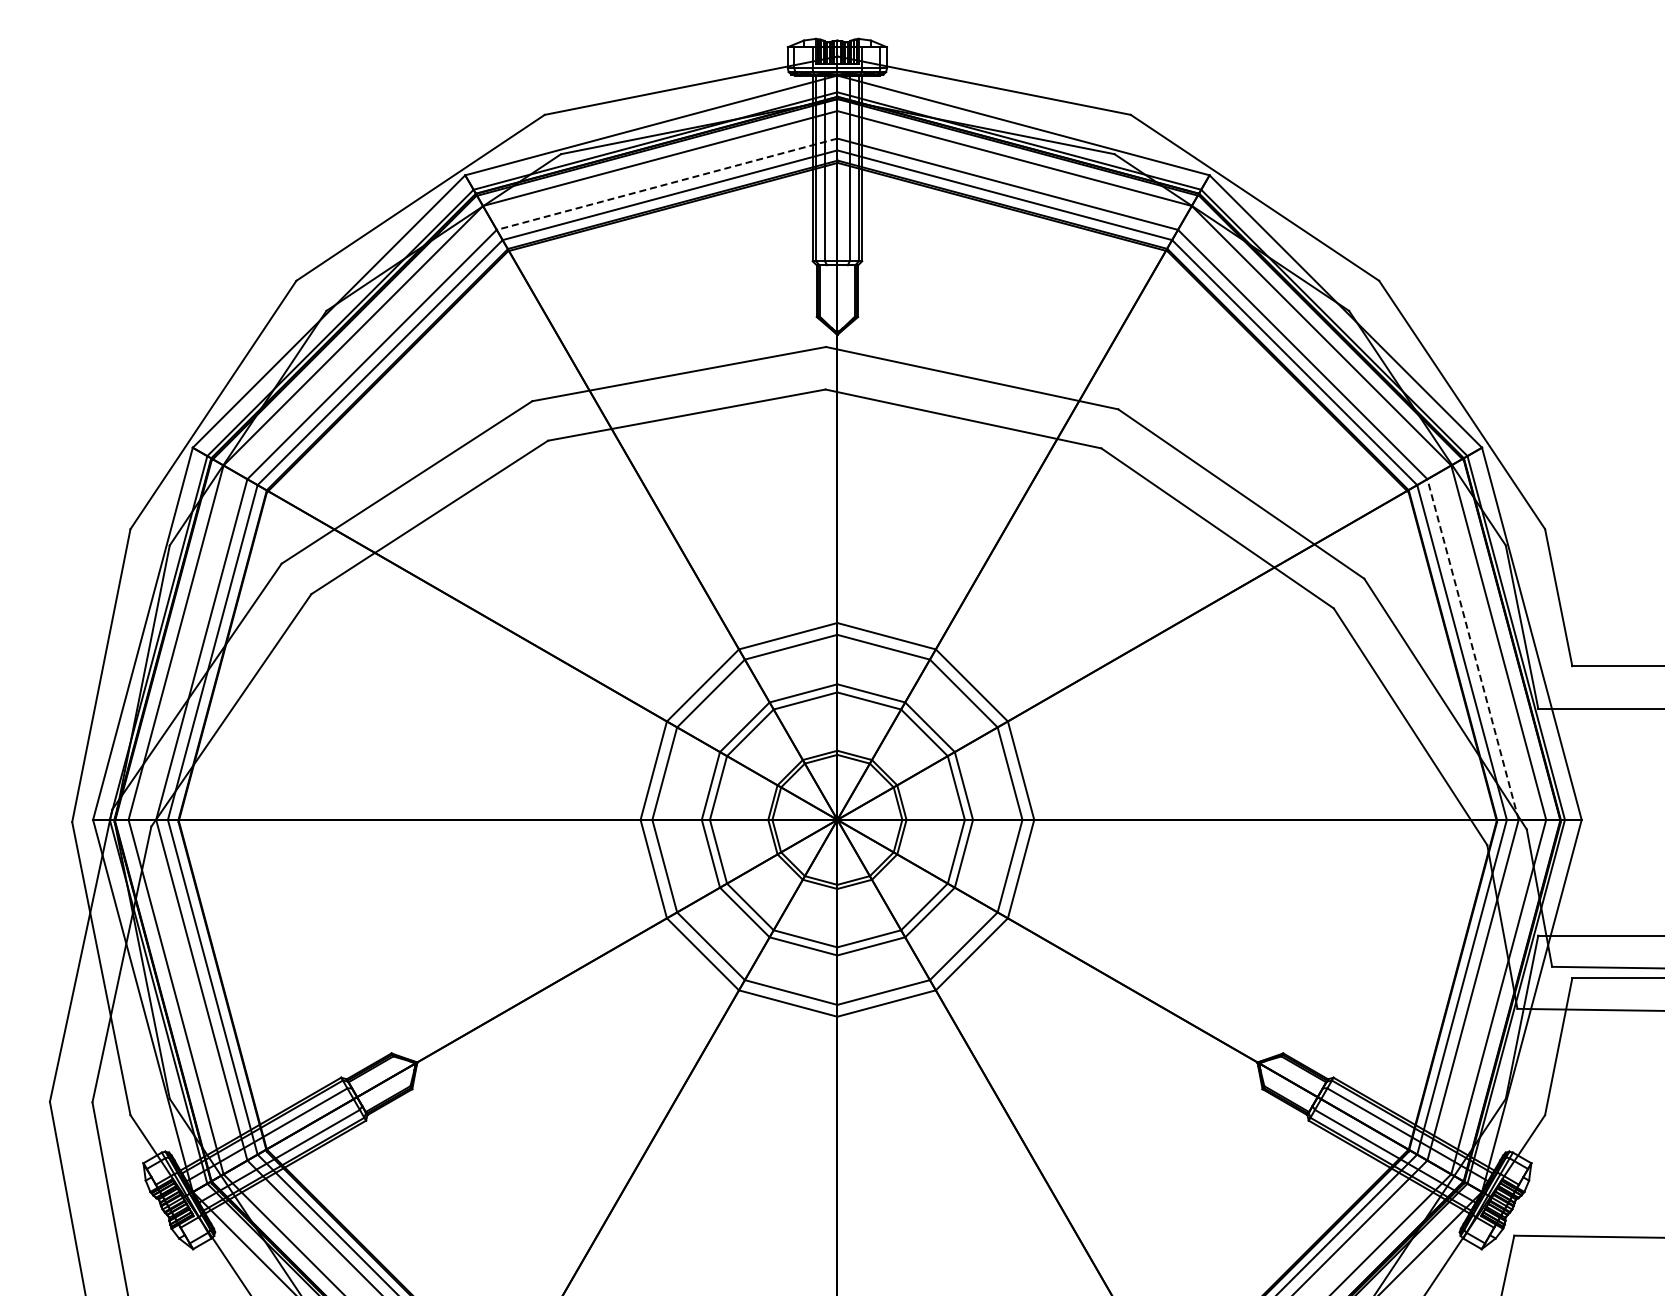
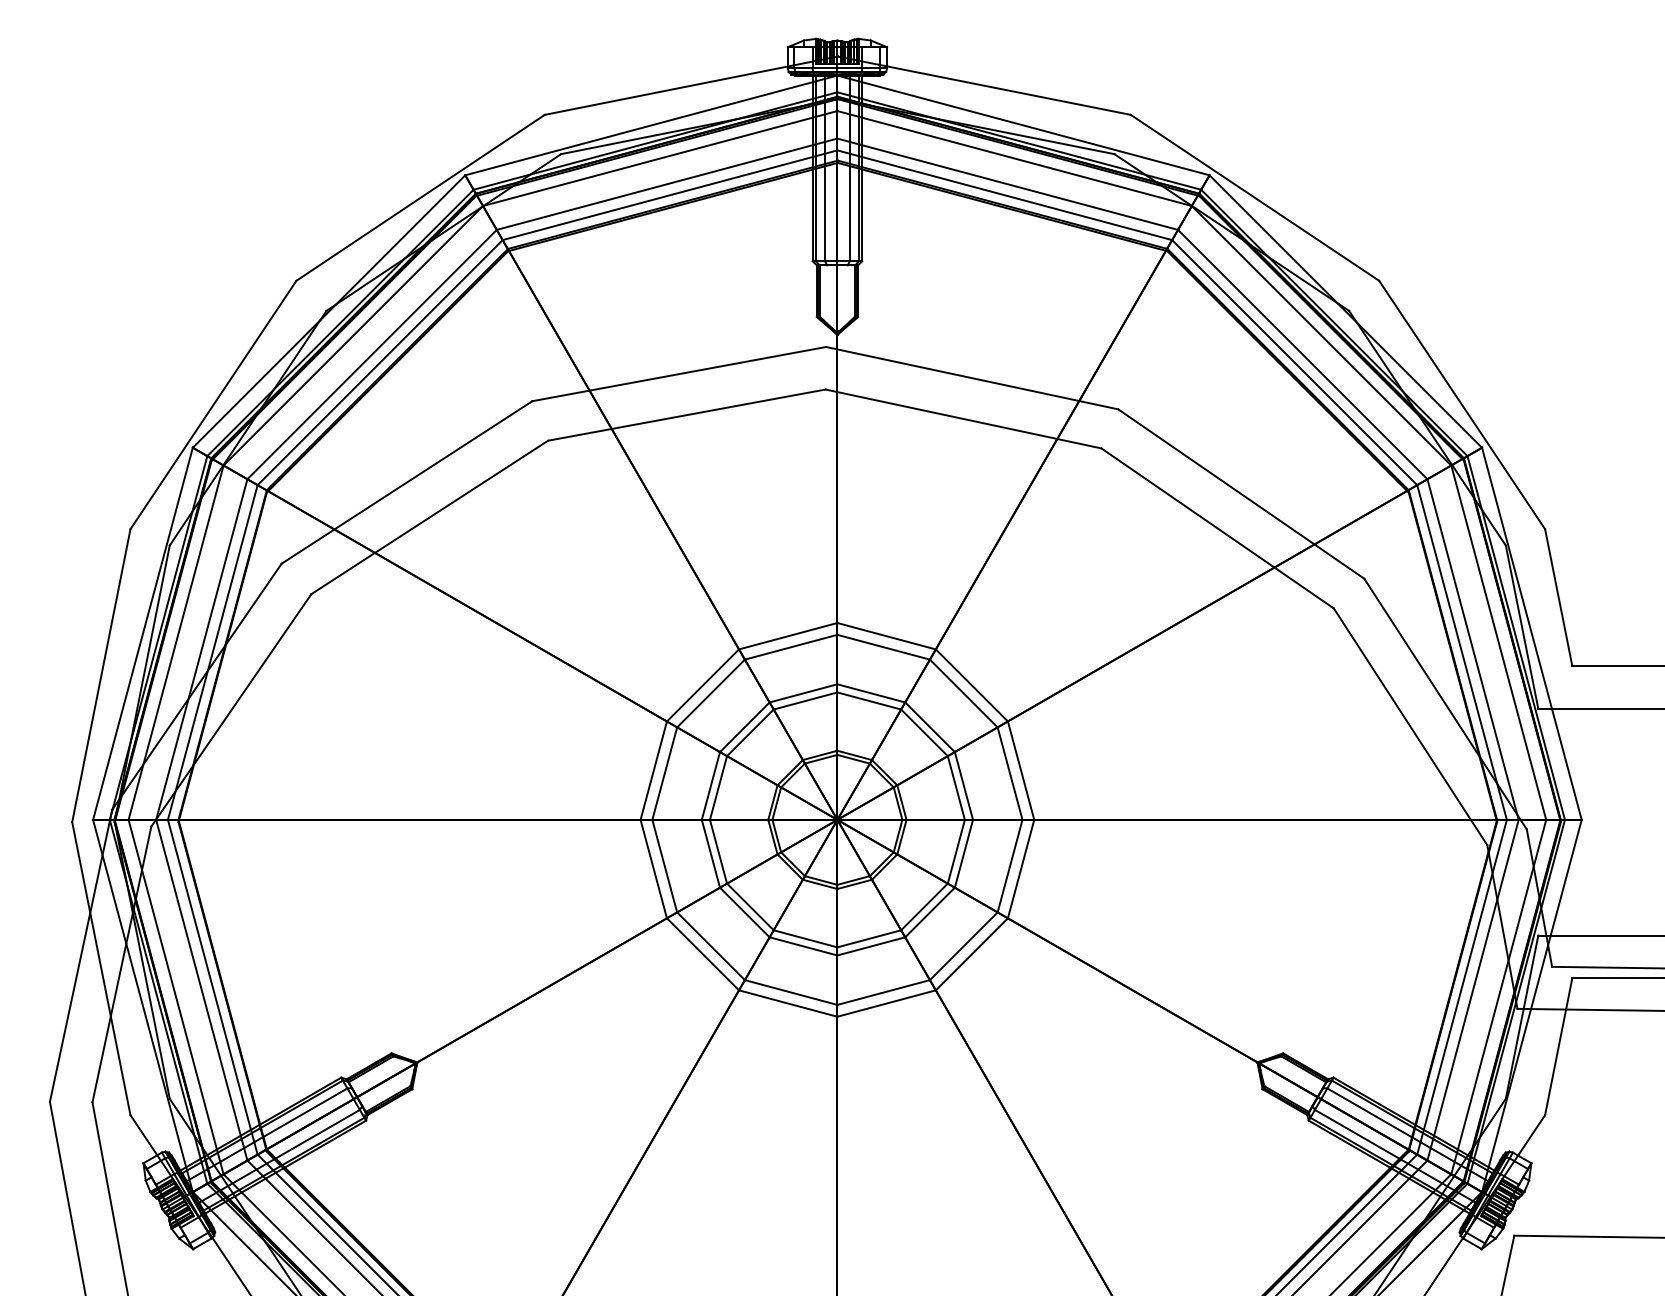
line at (666, 184): dashed -> solid
line at (1472, 649): dashed -> solid
